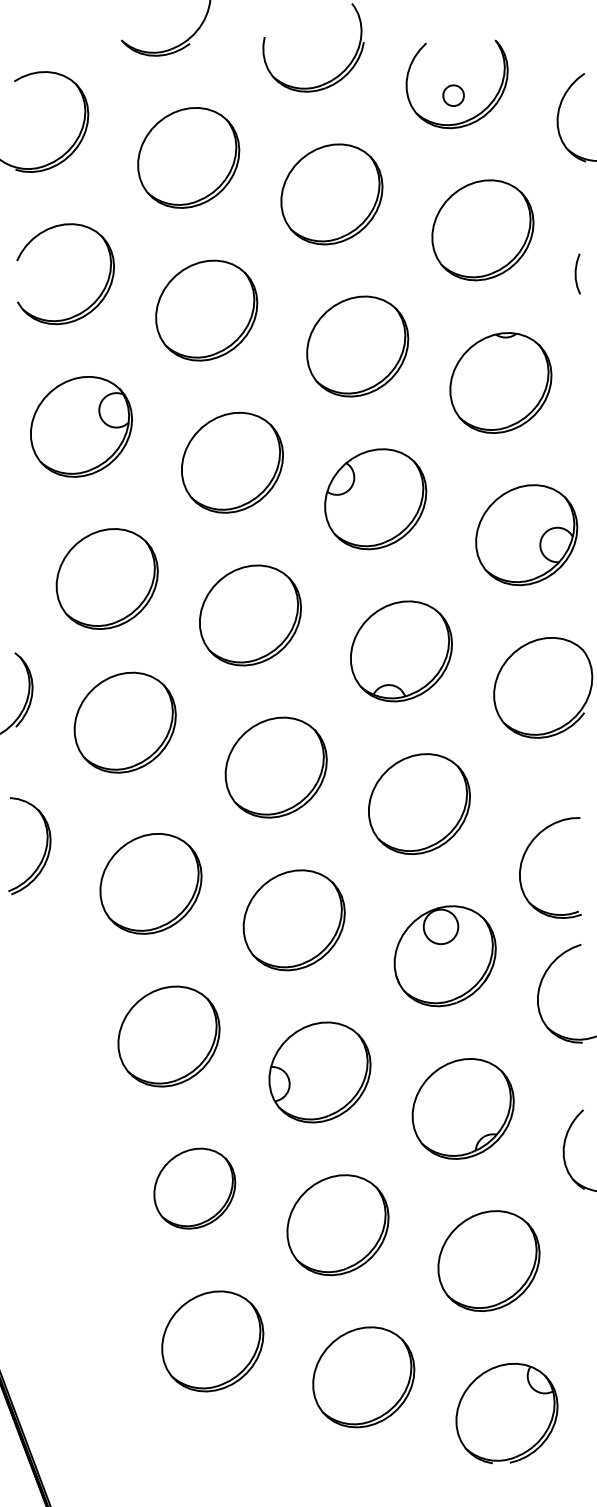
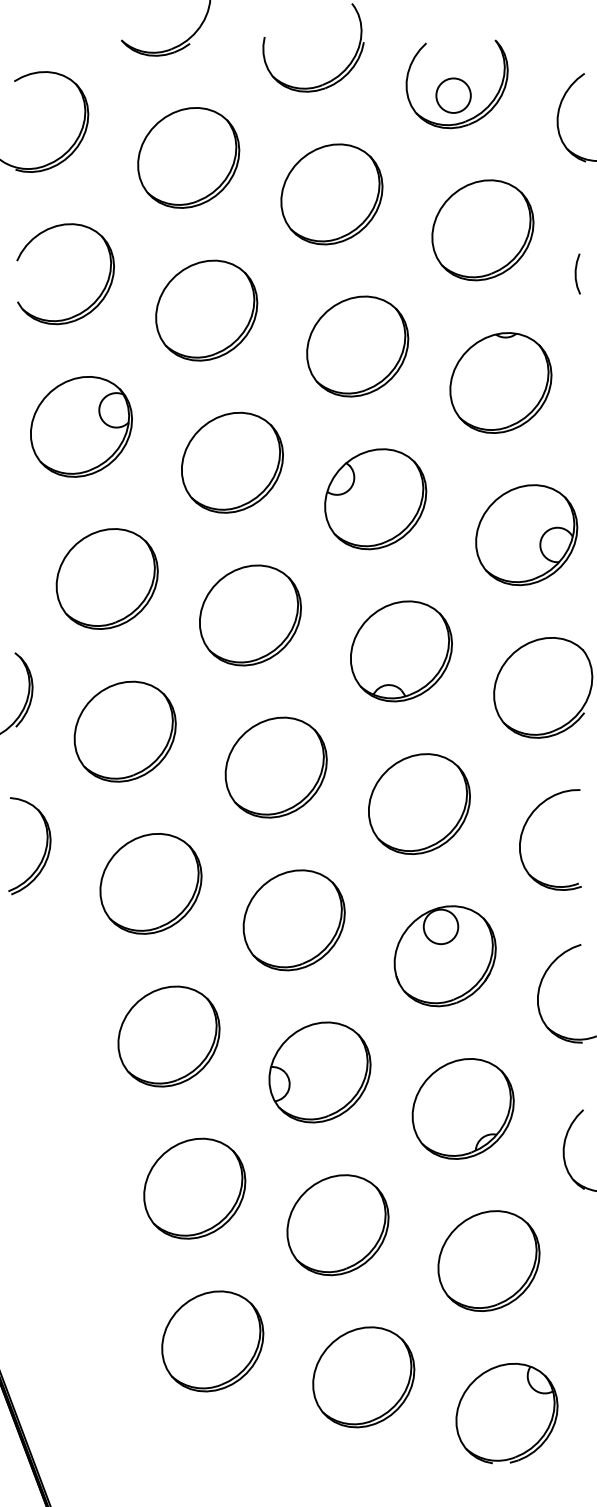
circle at (453, 95) diameter: 21 px -> 34 px
part at (124, 722) position: (124, 722) -> (124, 731)
part at (524, 857) position: (524, 857) -> (524, 829)
part at (194, 1188) size: 84x83 px -> 104x103 px
